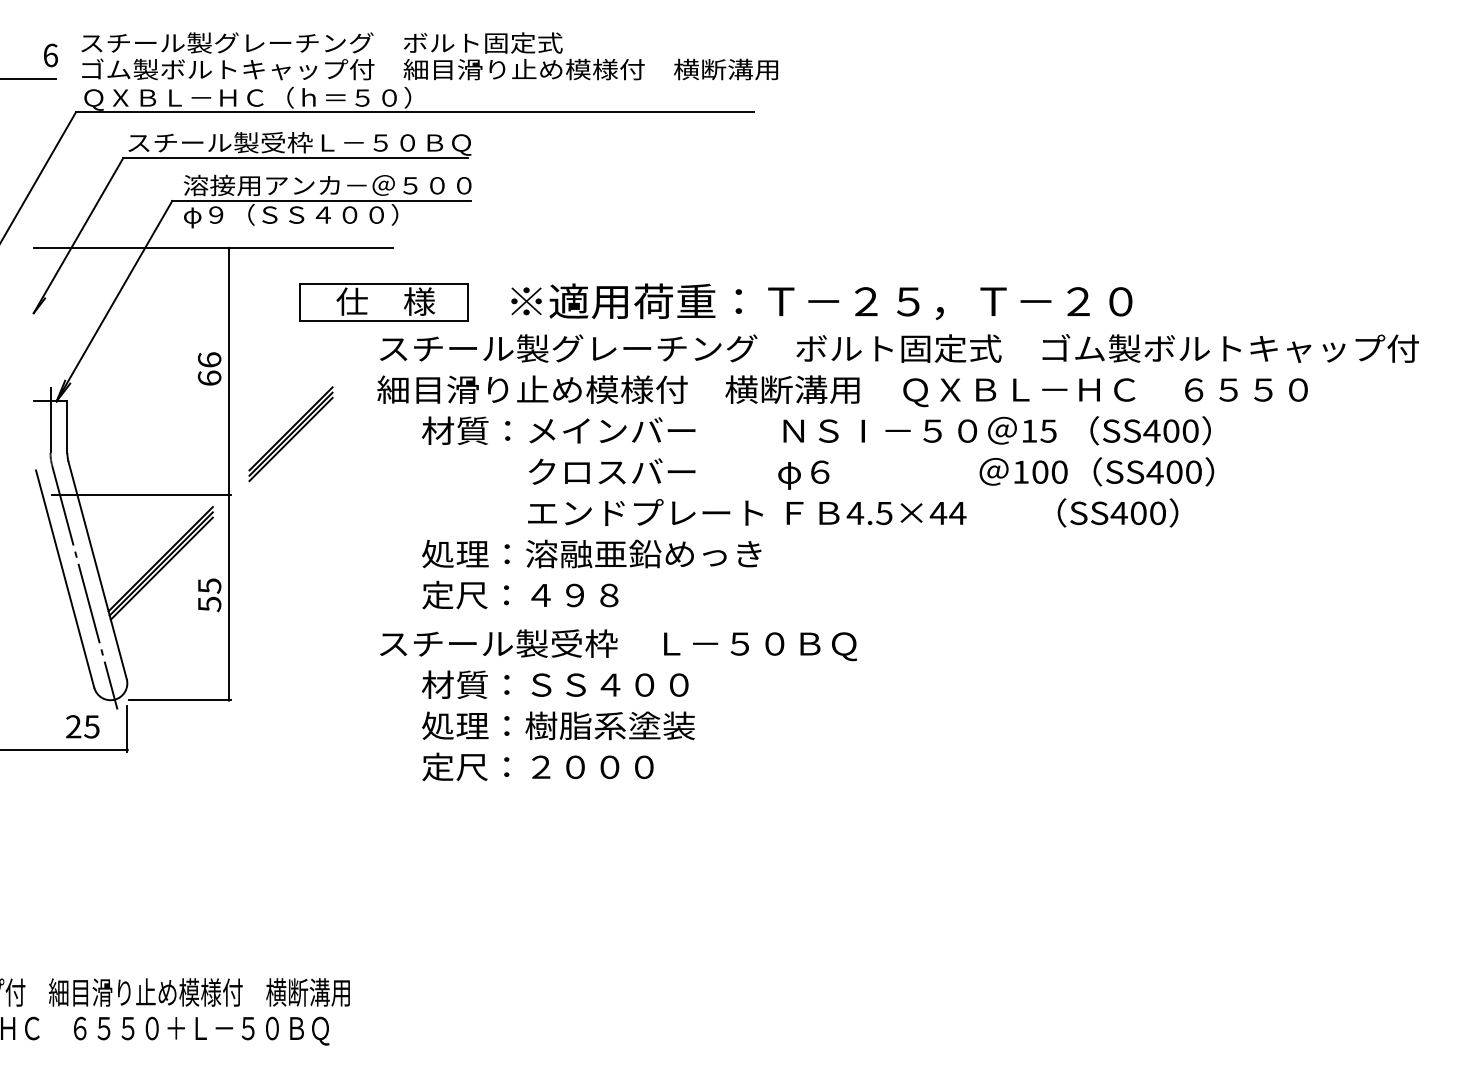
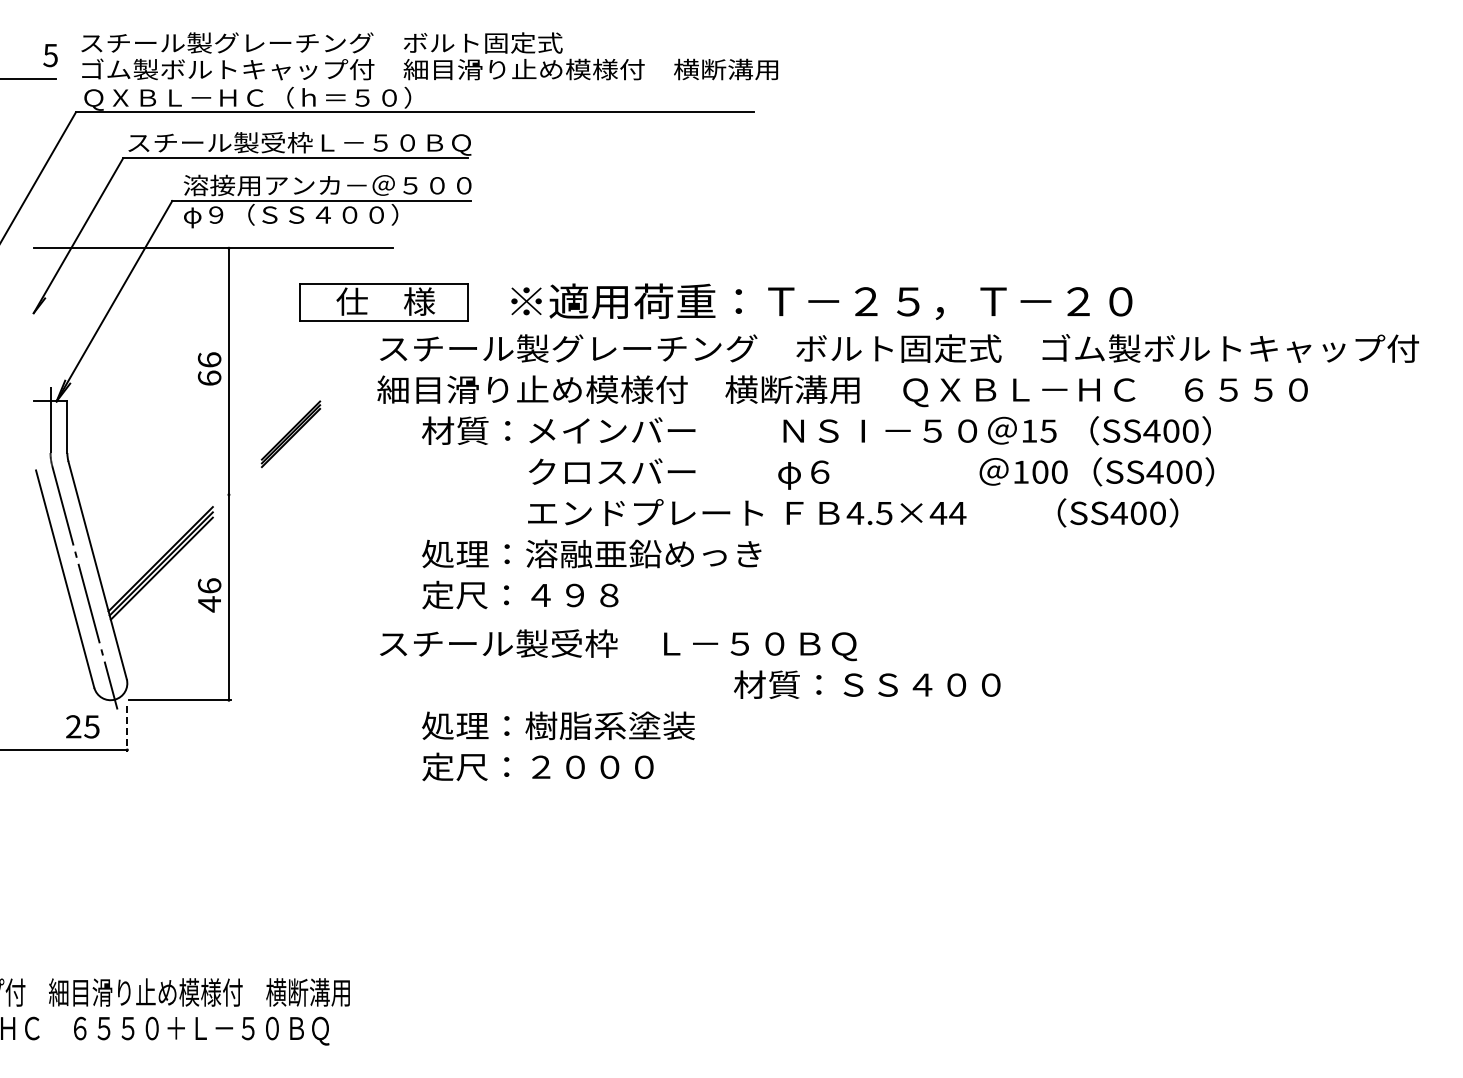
text at (50, 55): 6 -> 5
part at (290, 434) size: 86x97 px -> 62x68 px
line at (141, 494): present -> none
text at (209, 595): 55 -> 46
text at (555, 684) position: (555, 684) -> (867, 684)
line at (127, 729): solid -> dashed
